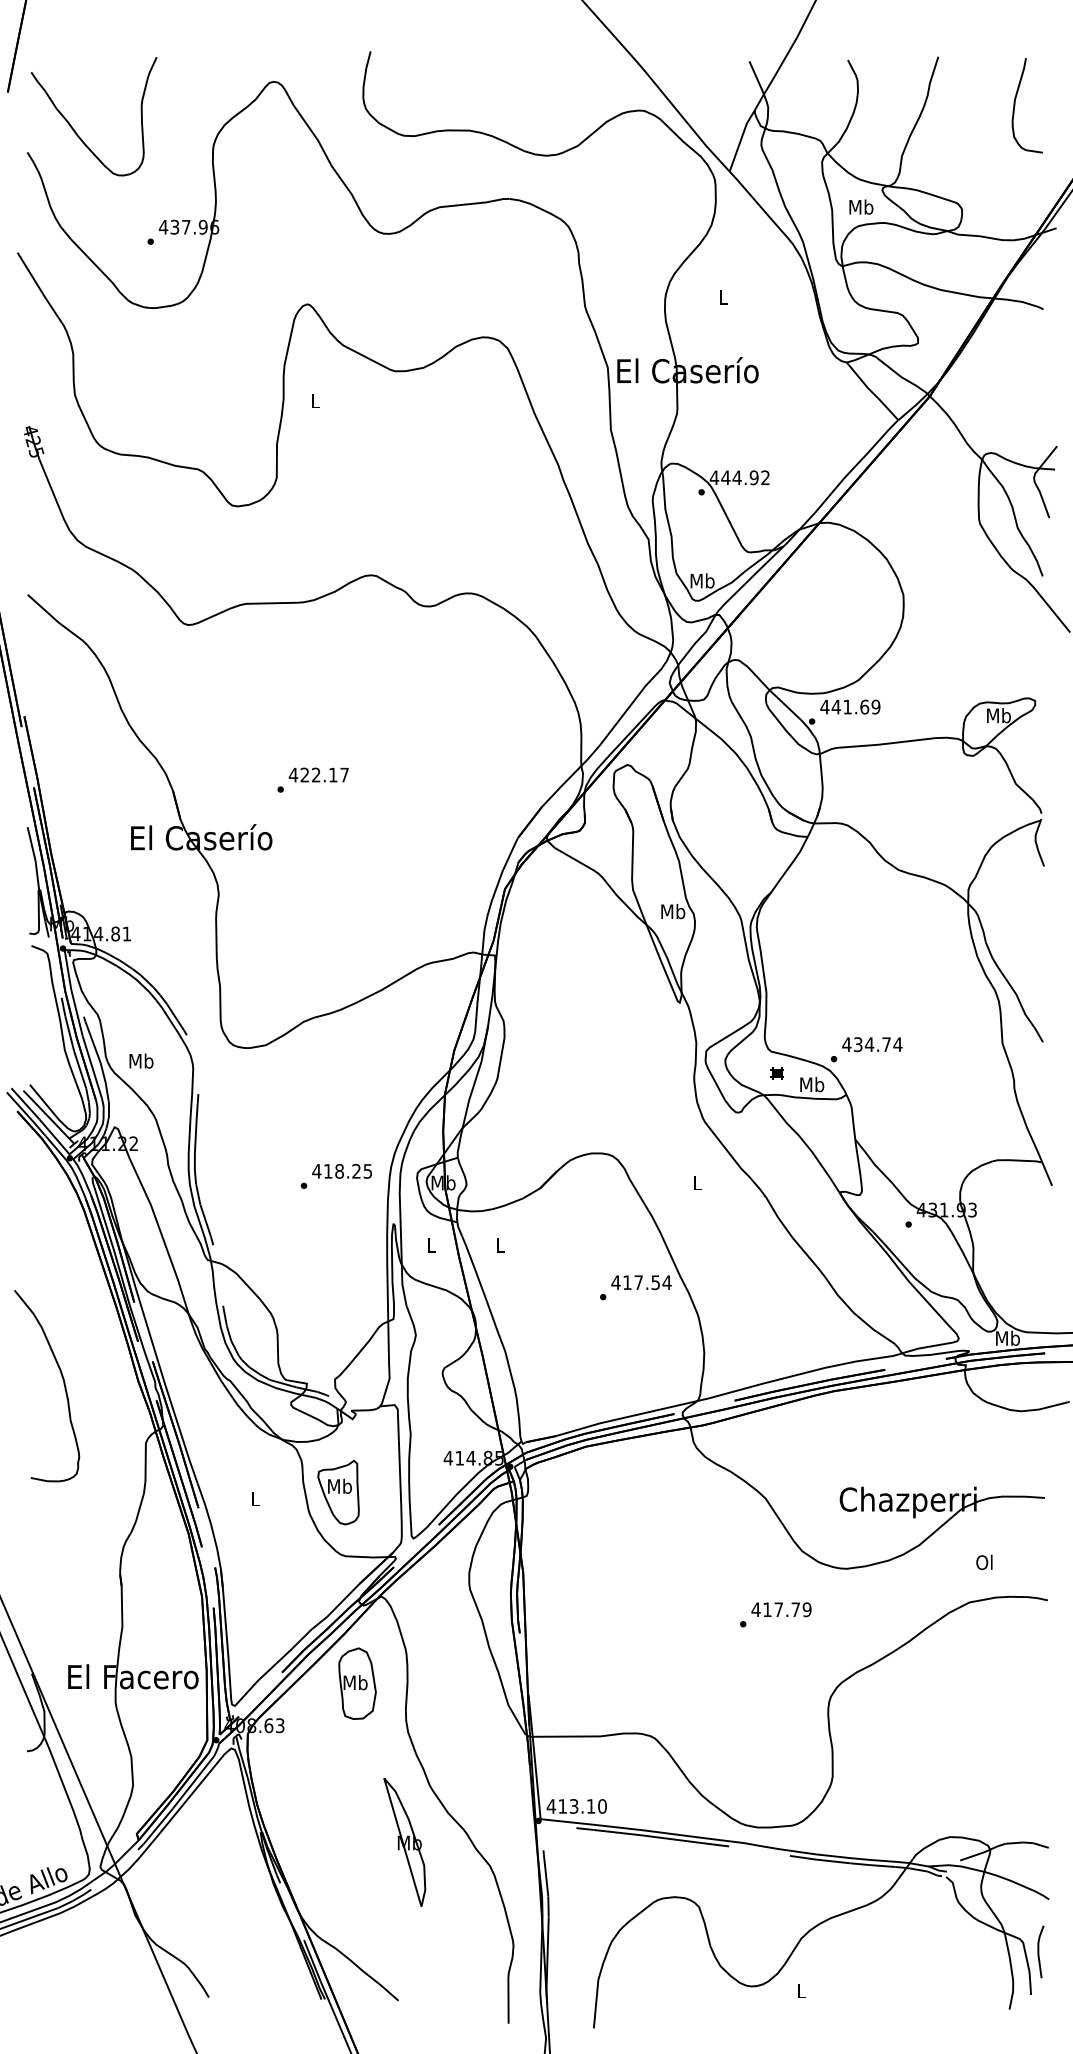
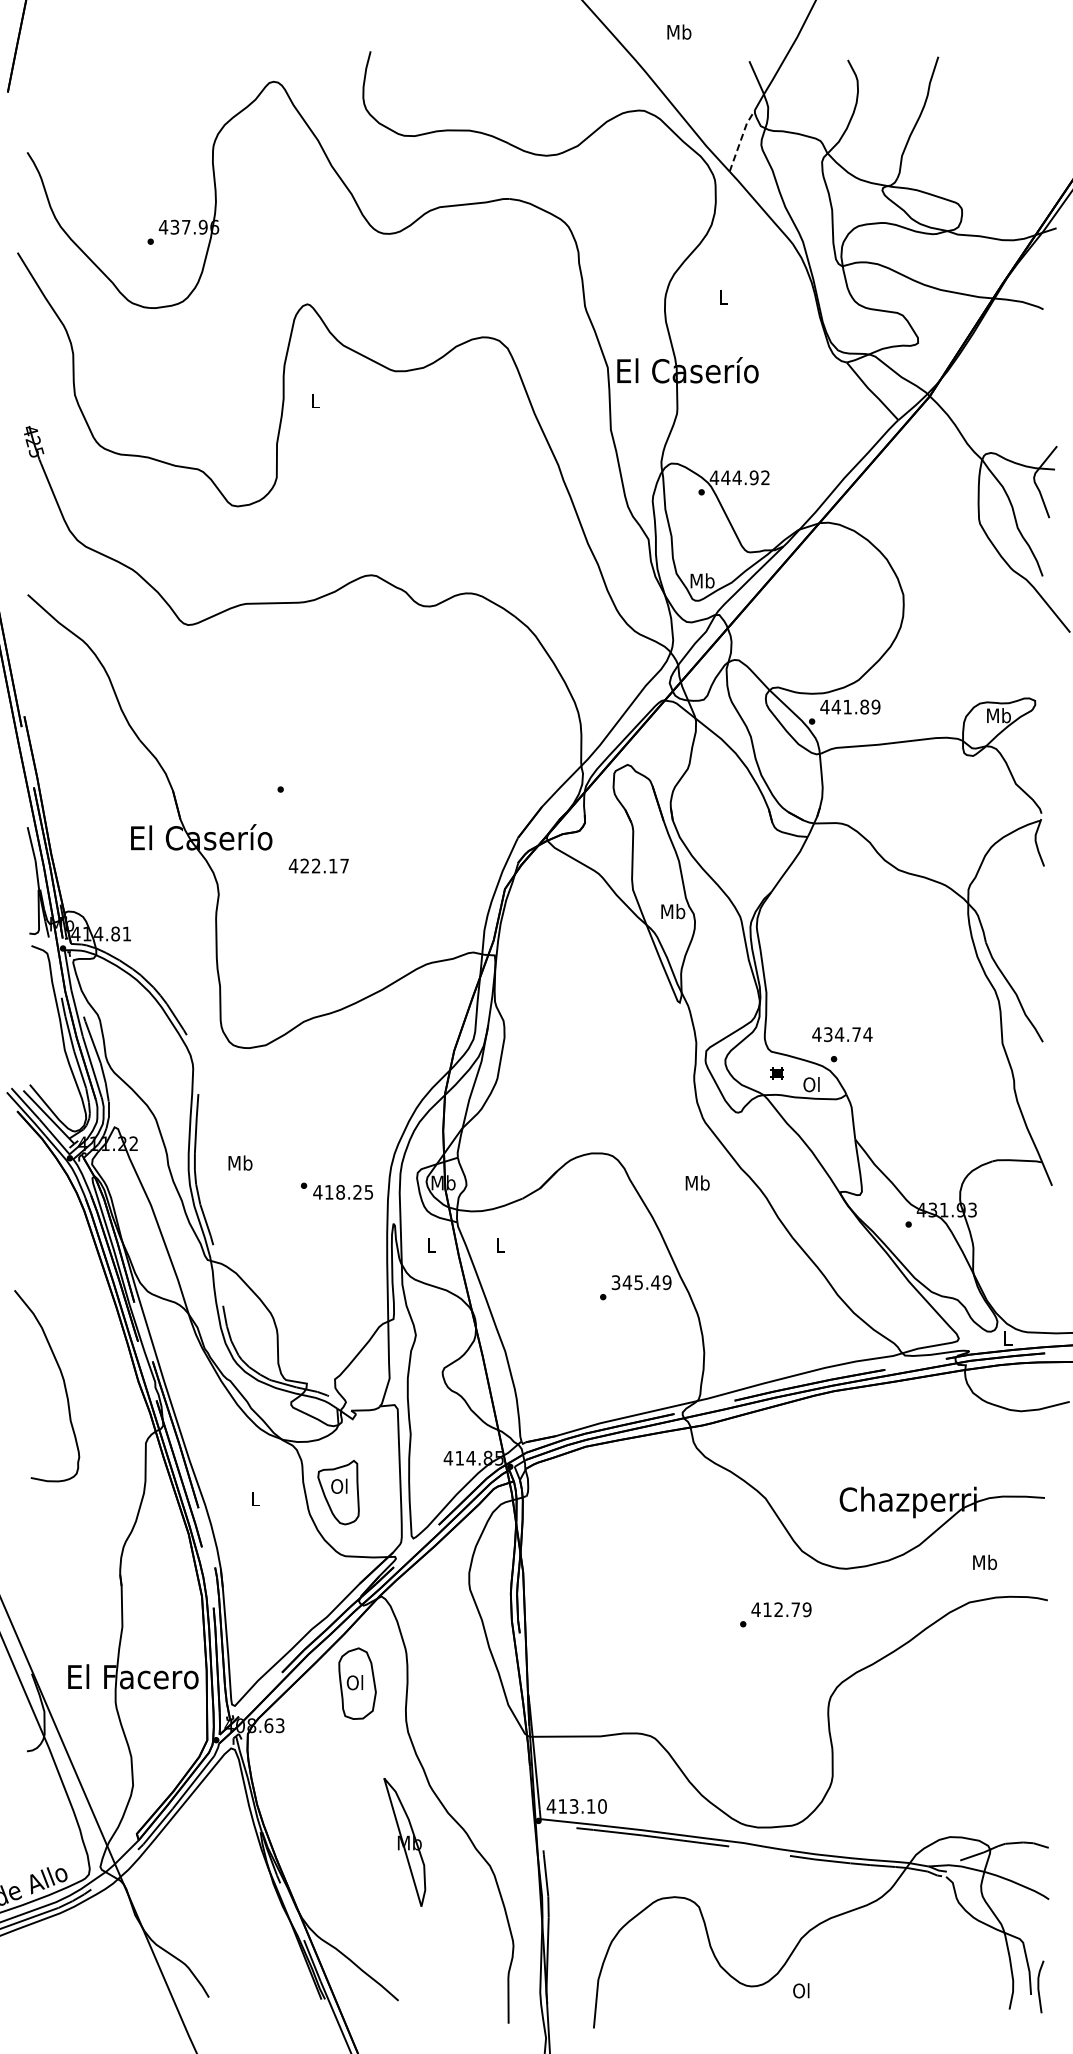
curve at (1015, 105): present -> none
curve at (75, 130): present -> none
line at (741, 139): solid -> dashed
text at (861, 206) position: (861, 206) -> (679, 31)
text at (864, 706): 441.69 -> 441.89
text at (318, 774) position: (318, 774) -> (318, 865)
text at (872, 1044) position: (872, 1044) -> (842, 1034)
text at (141, 1060) position: (141, 1060) -> (240, 1162)
text at (812, 1084): Mb -> Ol
text at (341, 1171) position: (341, 1171) -> (342, 1192)
text at (697, 1182): L -> Mb
text at (641, 1282): 417.54 -> 345.49
text at (1007, 1337): Mb -> L
text at (339, 1485): Mb -> Ol
text at (985, 1562): Ol -> Mb
text at (778, 1609): 417.79 -> 412.79
text at (355, 1682): Mb -> Ol
line at (1039, 1951) position: (1039, 1951) -> (1039, 1986)
text at (801, 1990): L -> Ol
